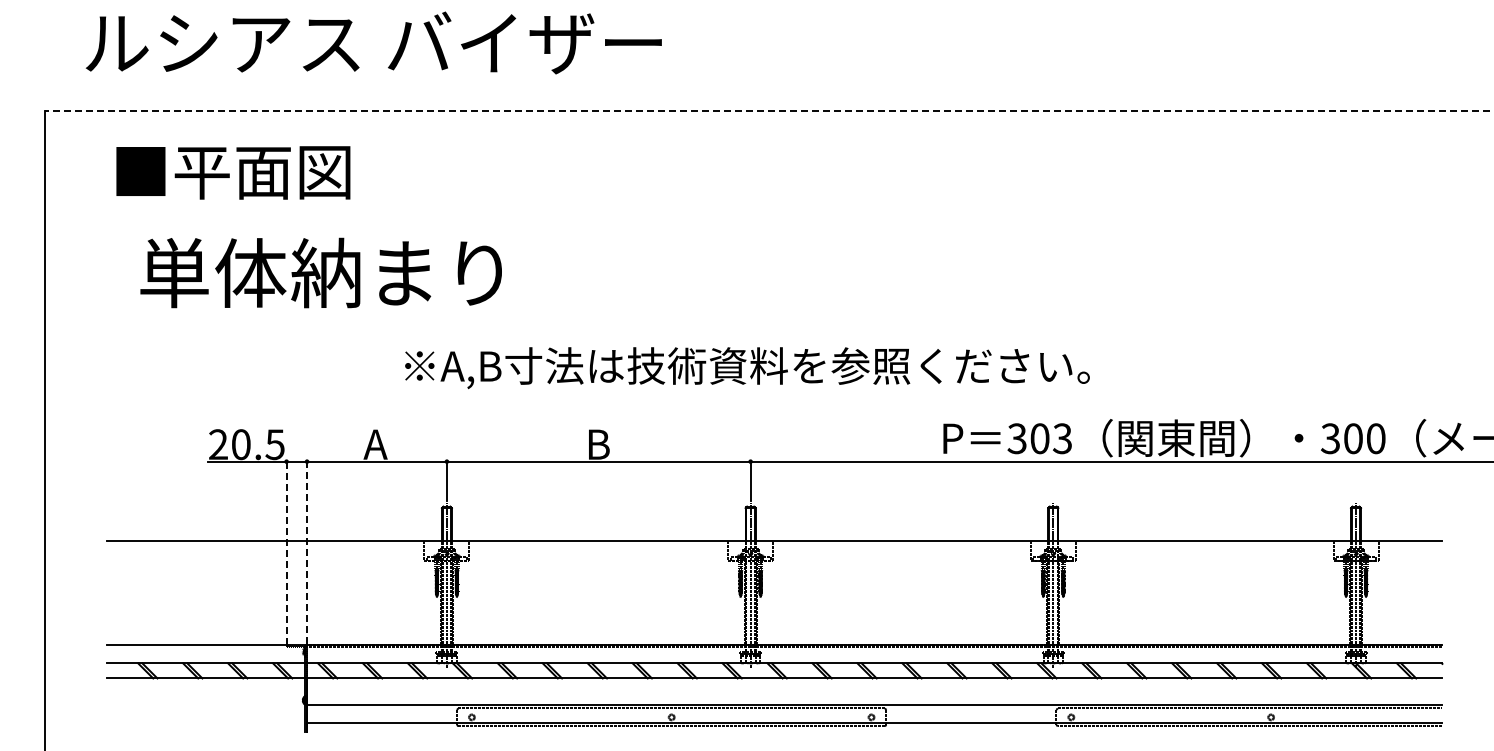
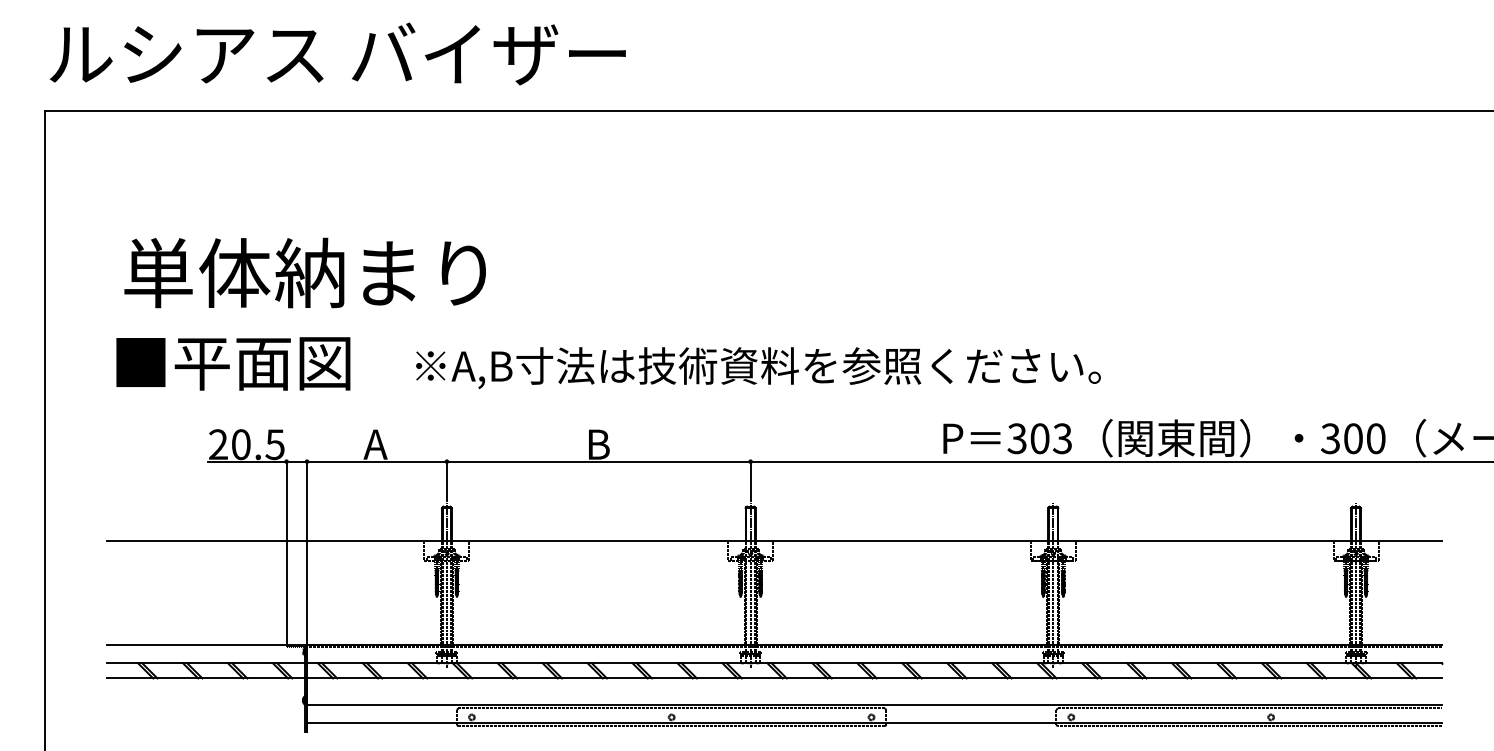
text at (373, 42) position: (373, 42) -> (337, 53)
line at (768, 111): dashed -> solid
text at (233, 172) position: (233, 172) -> (233, 363)
text at (320, 272) position: (320, 272) -> (304, 272)
text at (747, 368) position: (747, 368) -> (758, 368)
line at (286, 552): dashed -> solid
line at (307, 552): dashed -> solid
